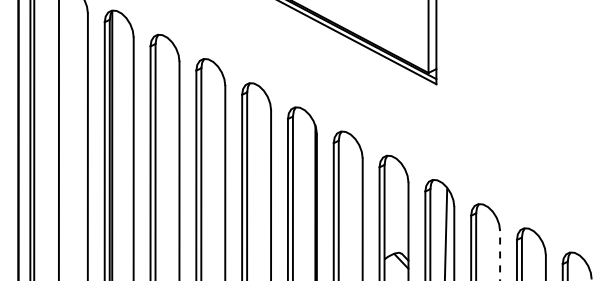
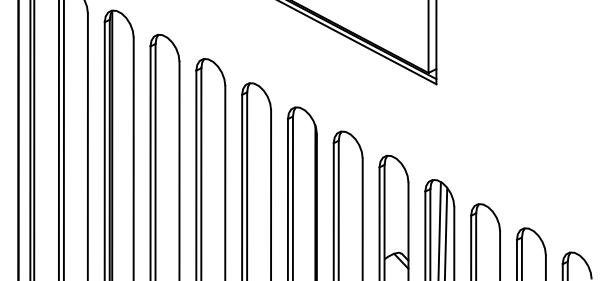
line at (63, 139): none -> present
line at (439, 229): none -> present
line at (500, 255): dashed -> solid
